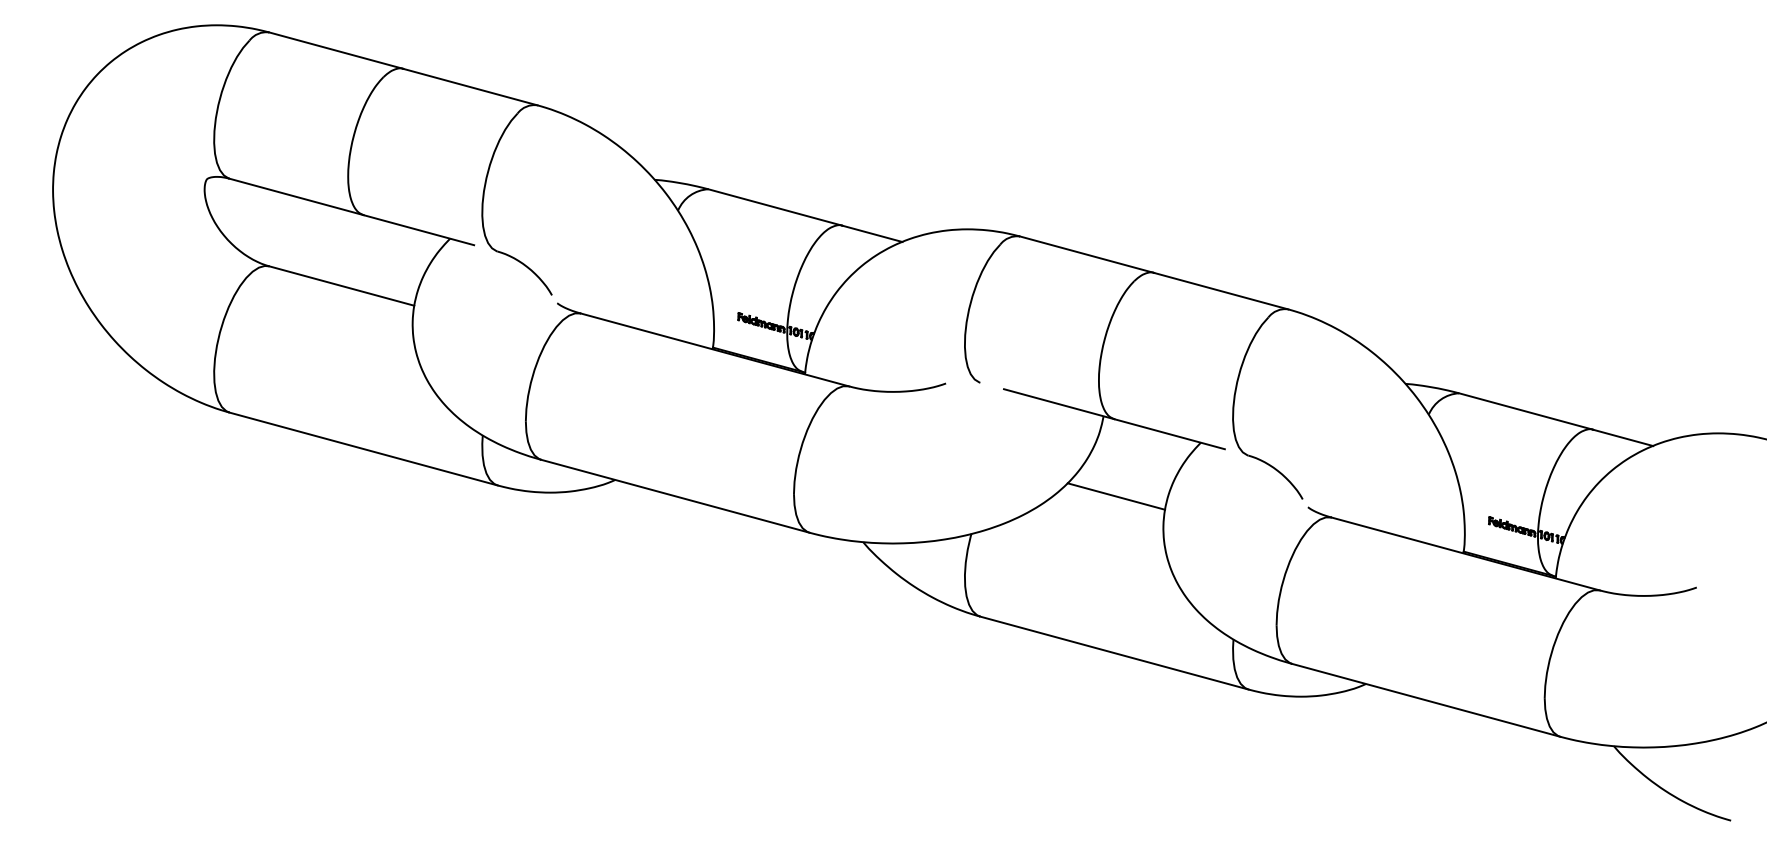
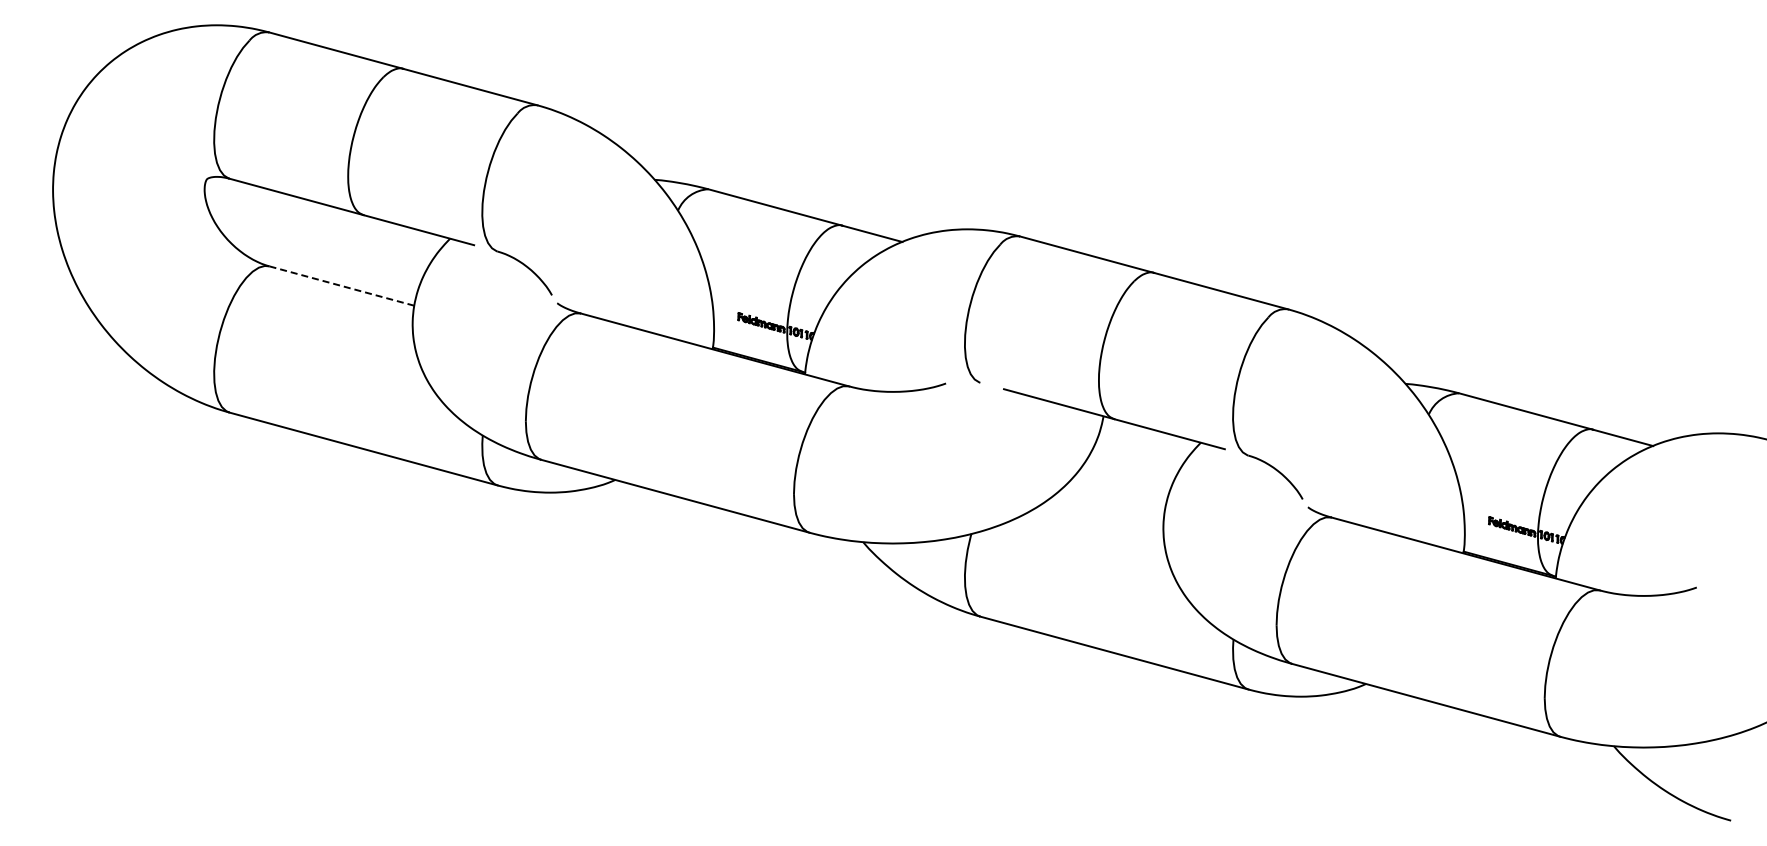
line at (341, 285): solid -> dashed
line at (1116, 496): present -> none
